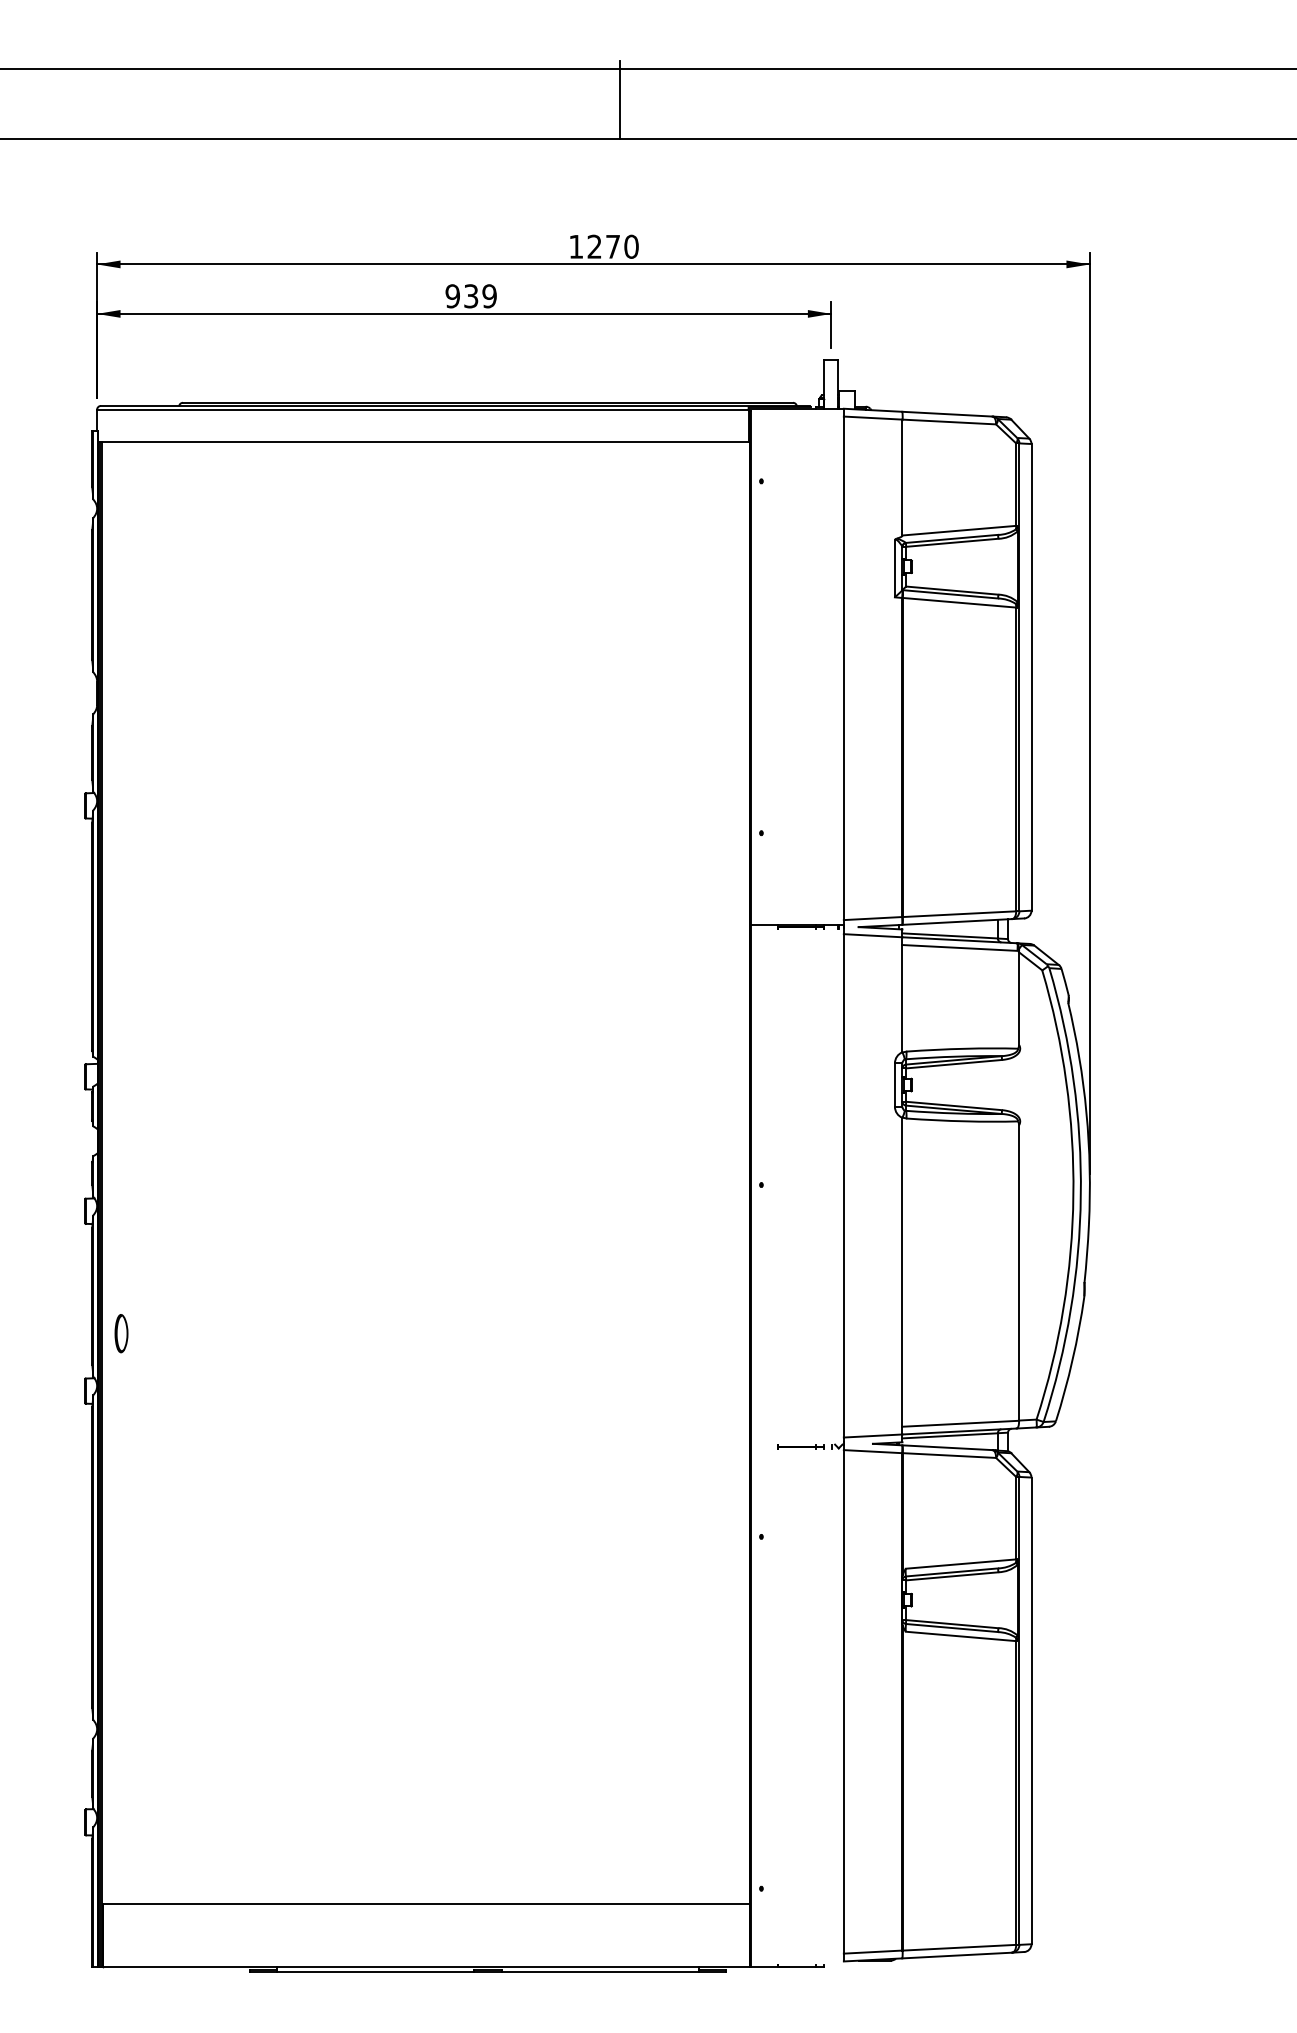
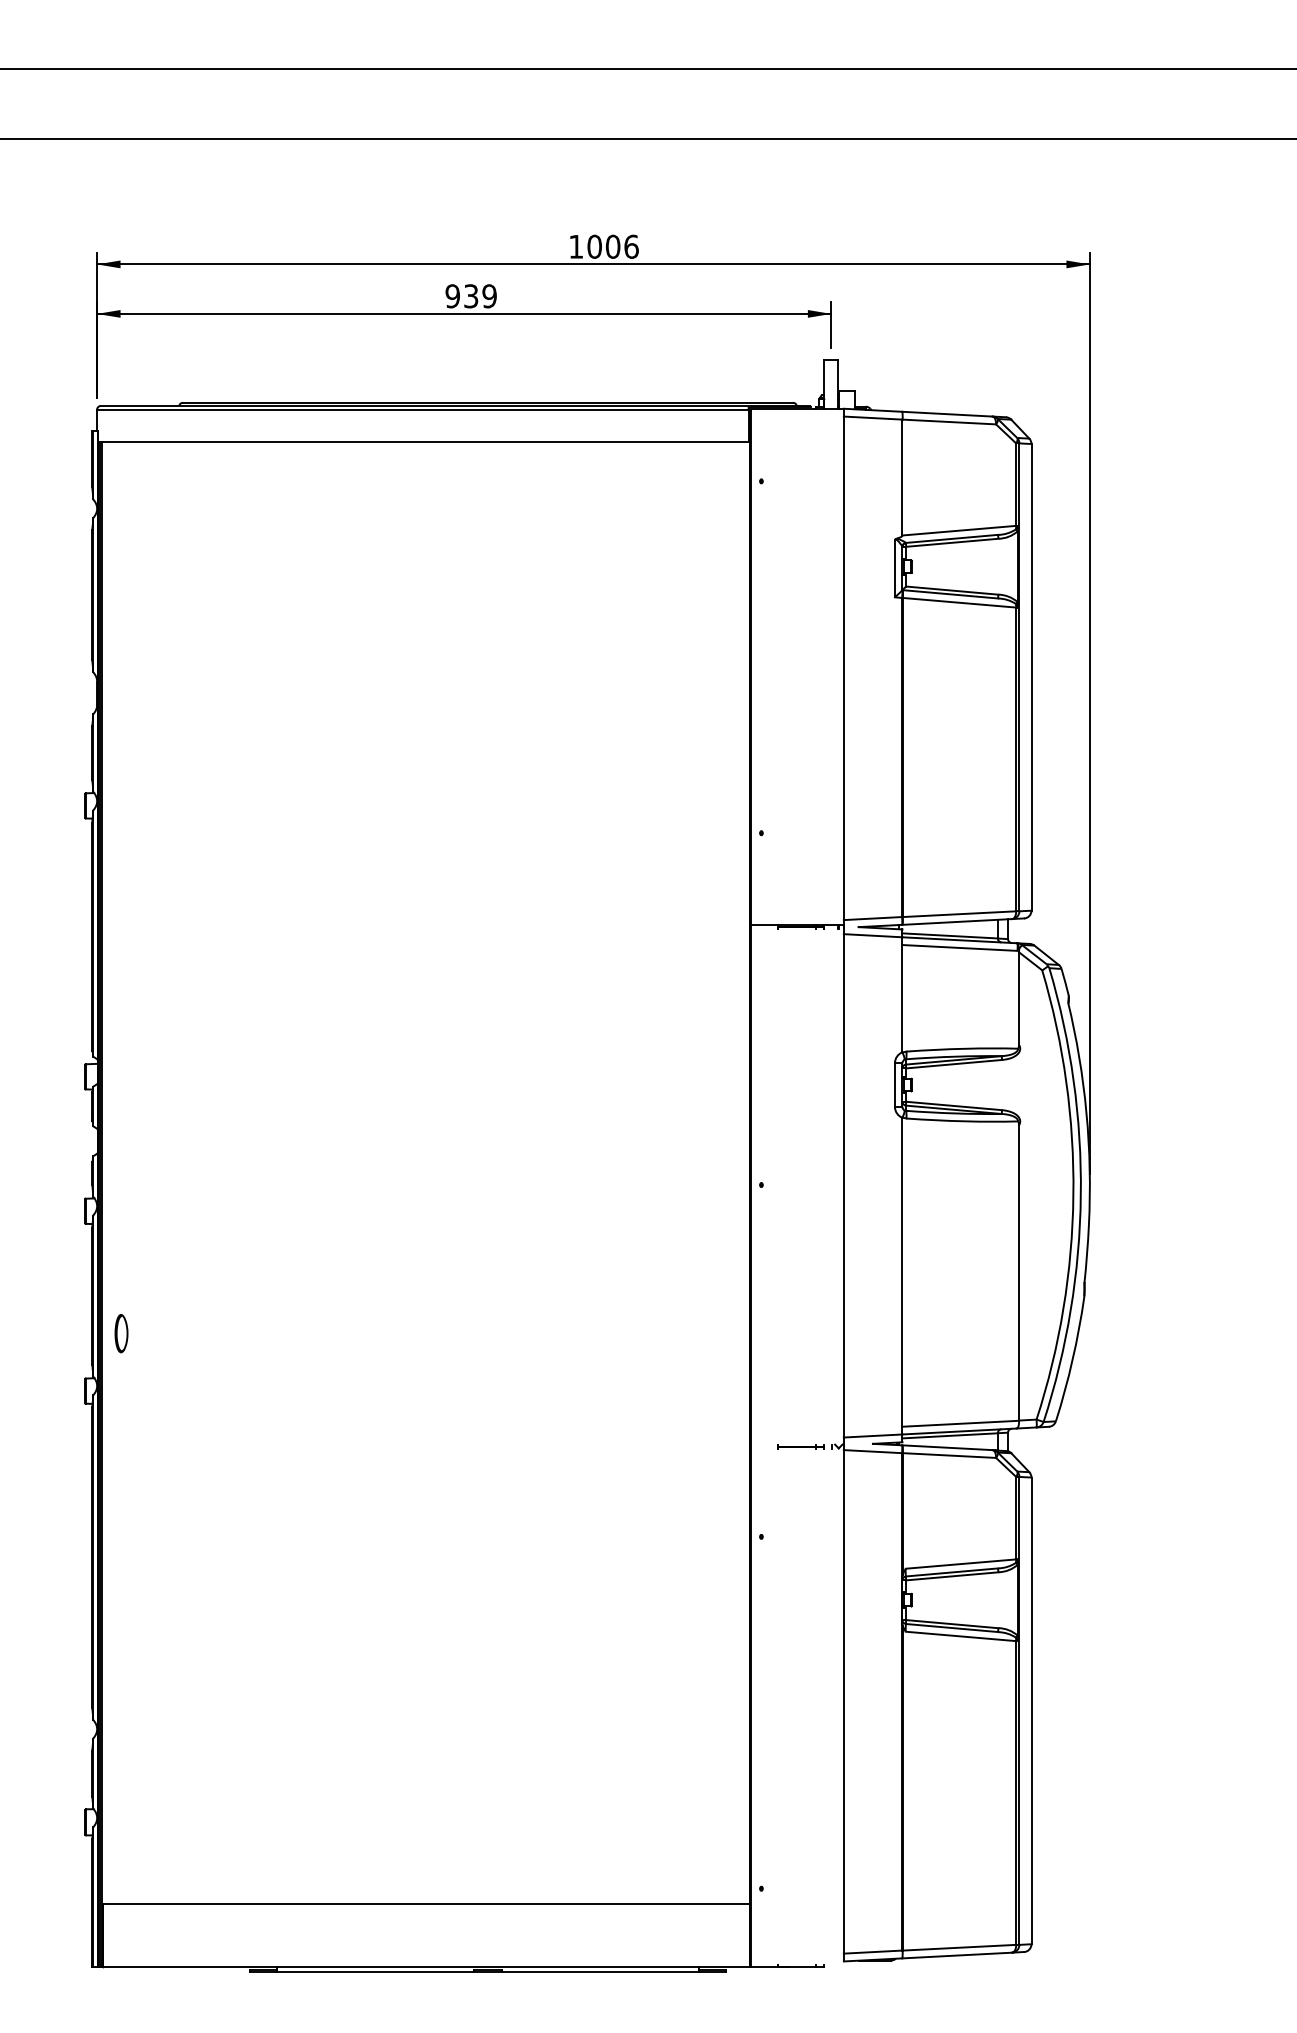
line at (620, 99): present -> none
text at (612, 246): 1270 -> 1006
